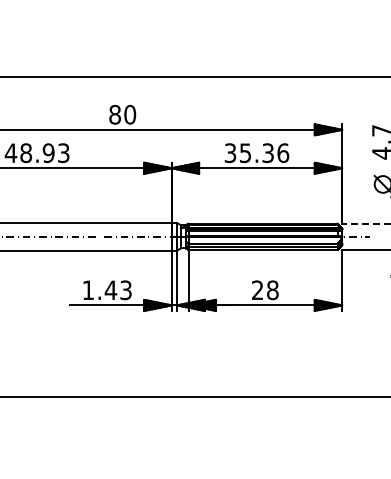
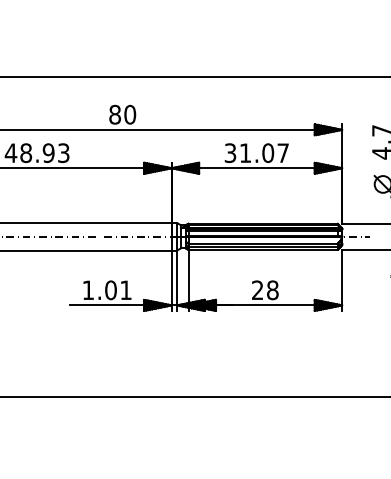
text at (264, 153): 35.36 -> 31.07
line at (365, 223): dashed -> solid
text at (117, 290): 1.43 -> 1.01
